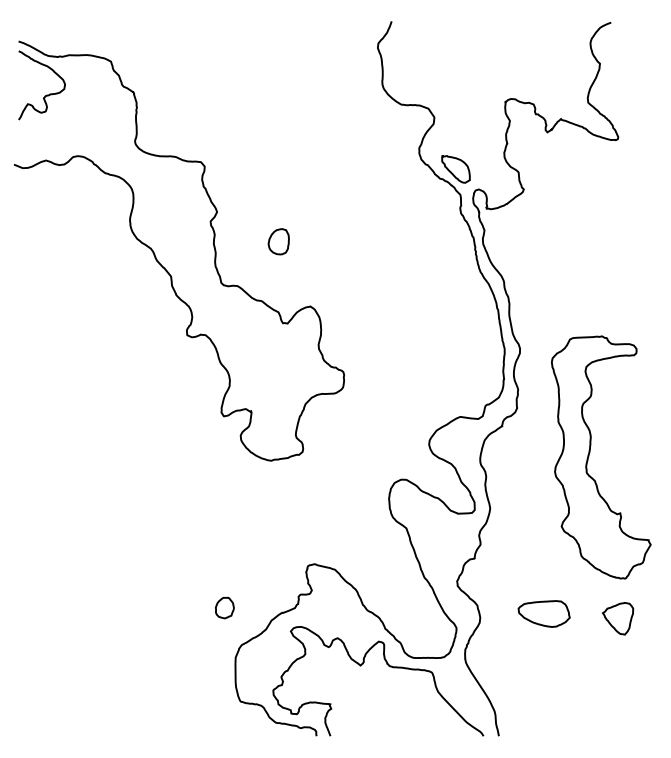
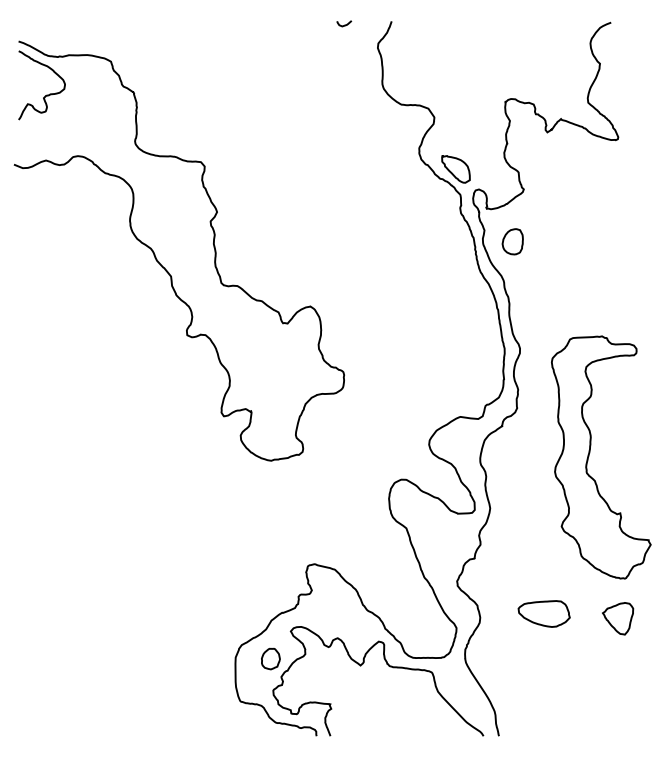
curve at (344, 24): none -> present
part at (278, 241) position: (278, 241) -> (512, 241)
part at (224, 607) position: (224, 607) -> (270, 658)
